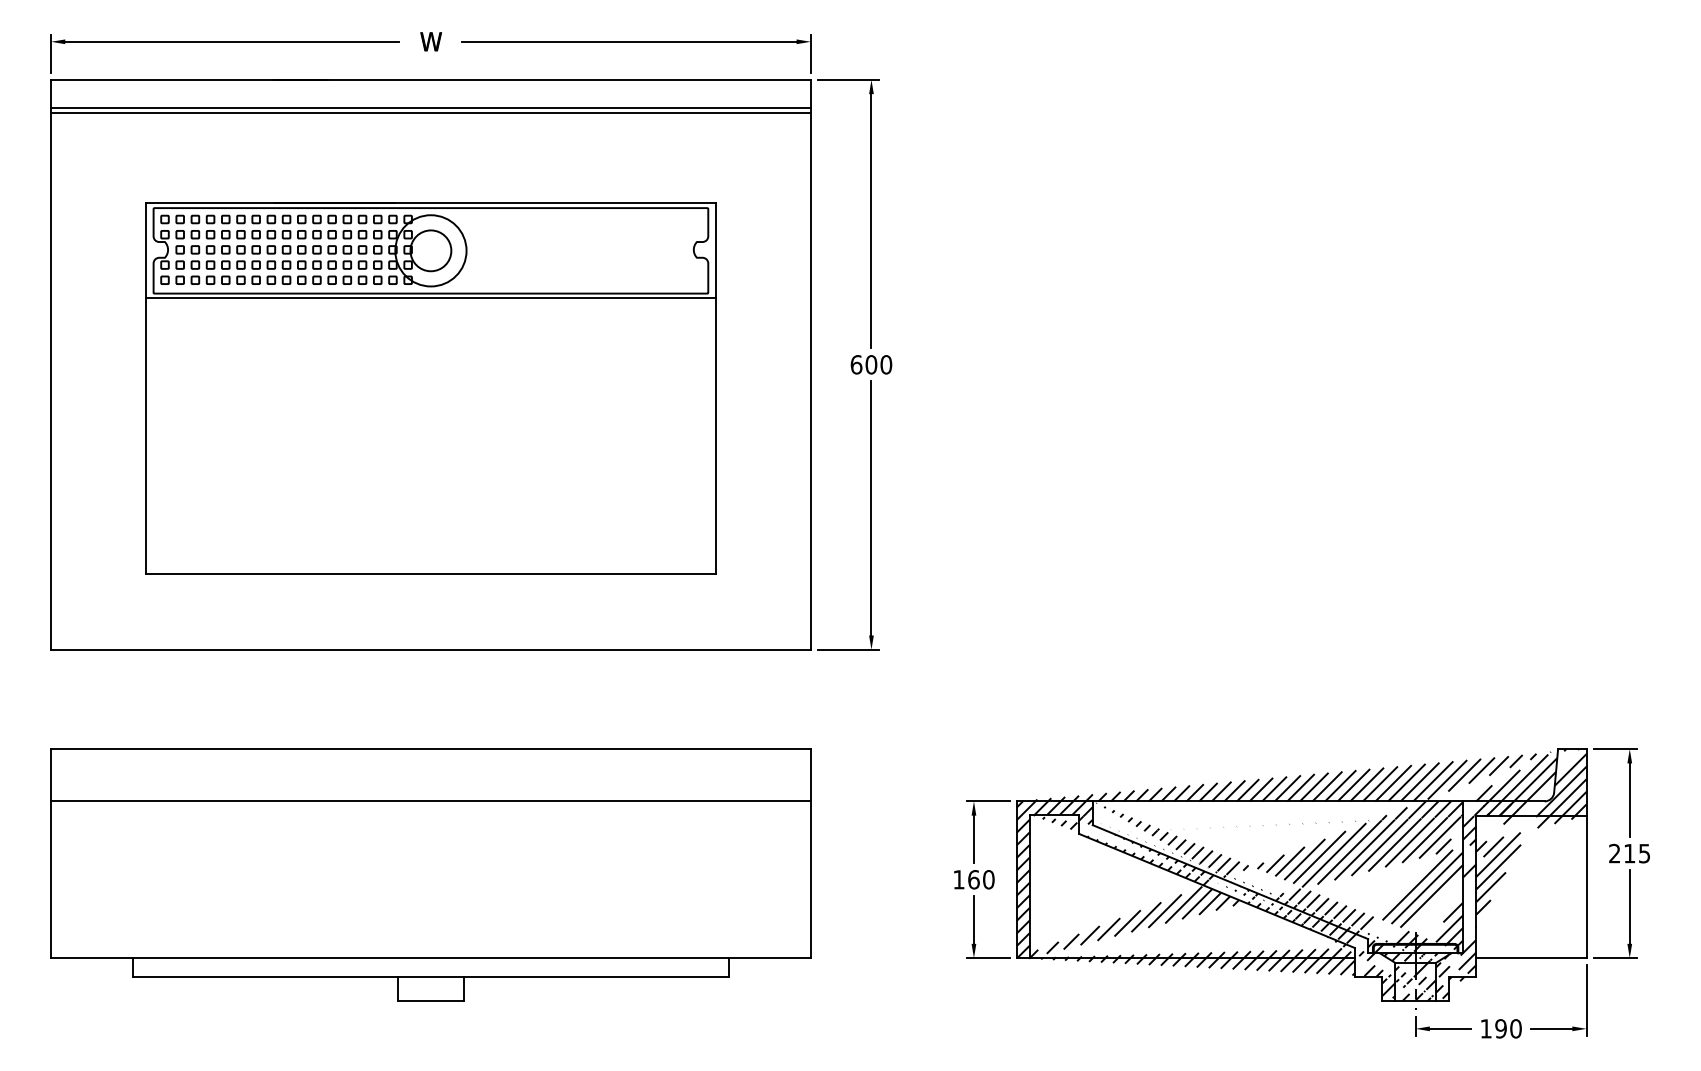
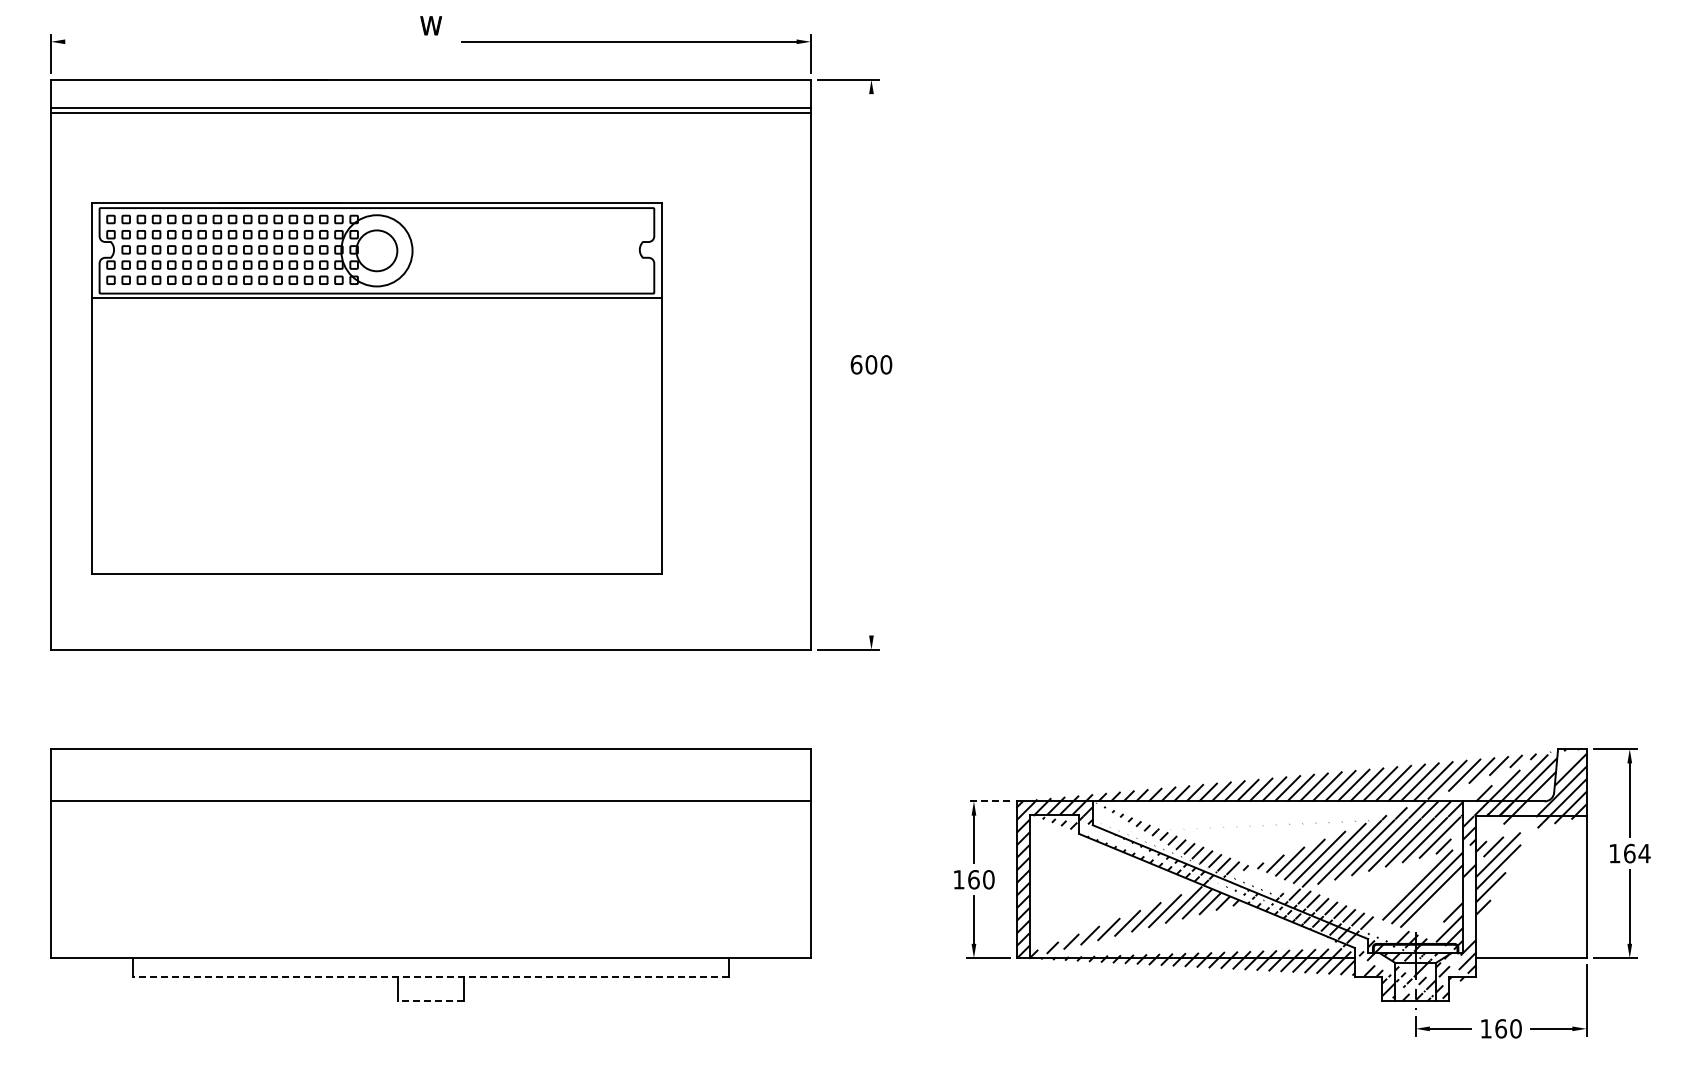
line at (232, 41): present -> none
text at (431, 41) position: (431, 41) -> (431, 25)
line at (871, 221): present -> none
part at (430, 388) position: (430, 388) -> (376, 388)
line at (871, 508): present -> none
line at (987, 801): solid -> dashed
text at (1629, 853): 215 -> 164
line at (430, 977): solid -> dashed
line at (430, 1000): solid -> dashed
text at (1501, 1028): 190 -> 160
